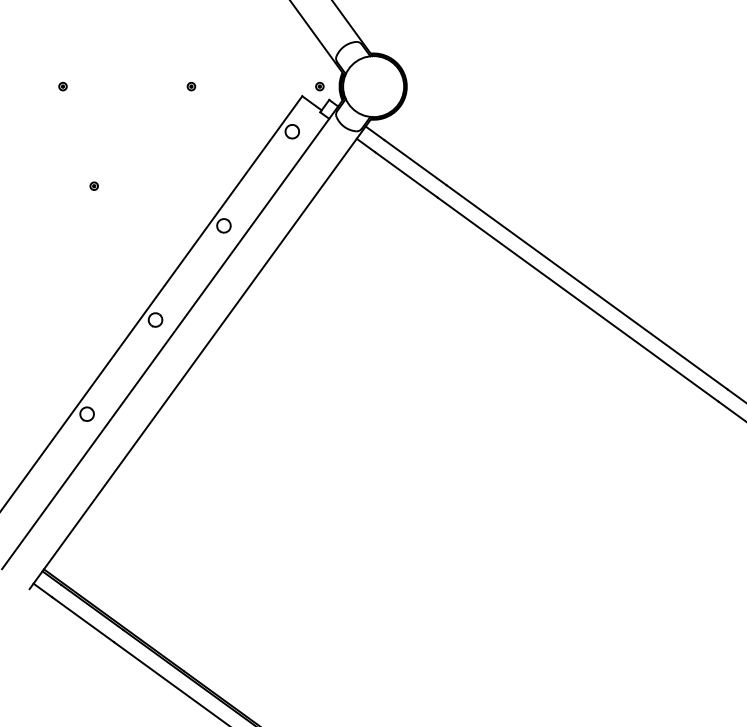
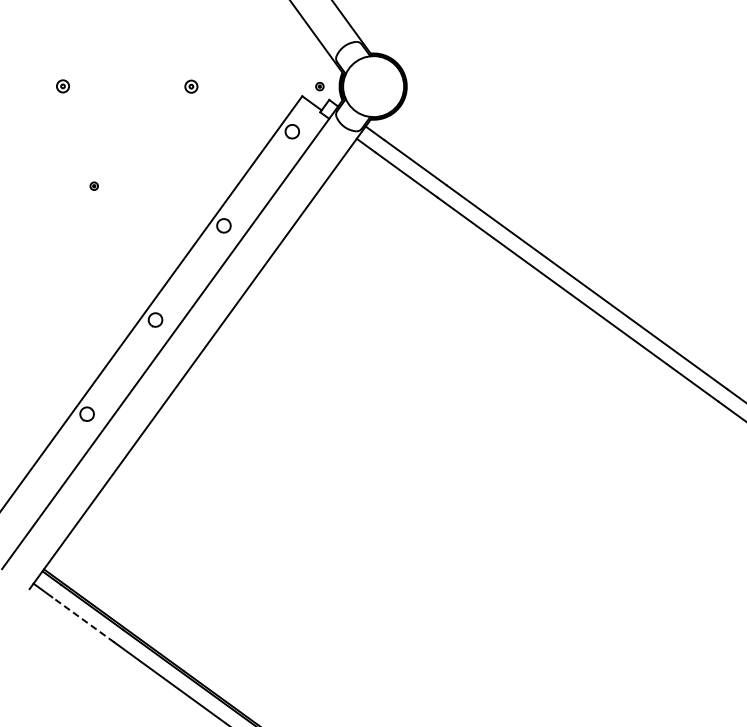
part at (62, 86) size: 10x10 px -> 14x15 px
part at (191, 86) size: 11x11 px -> 15x15 px
line at (82, 619): solid -> dashed
